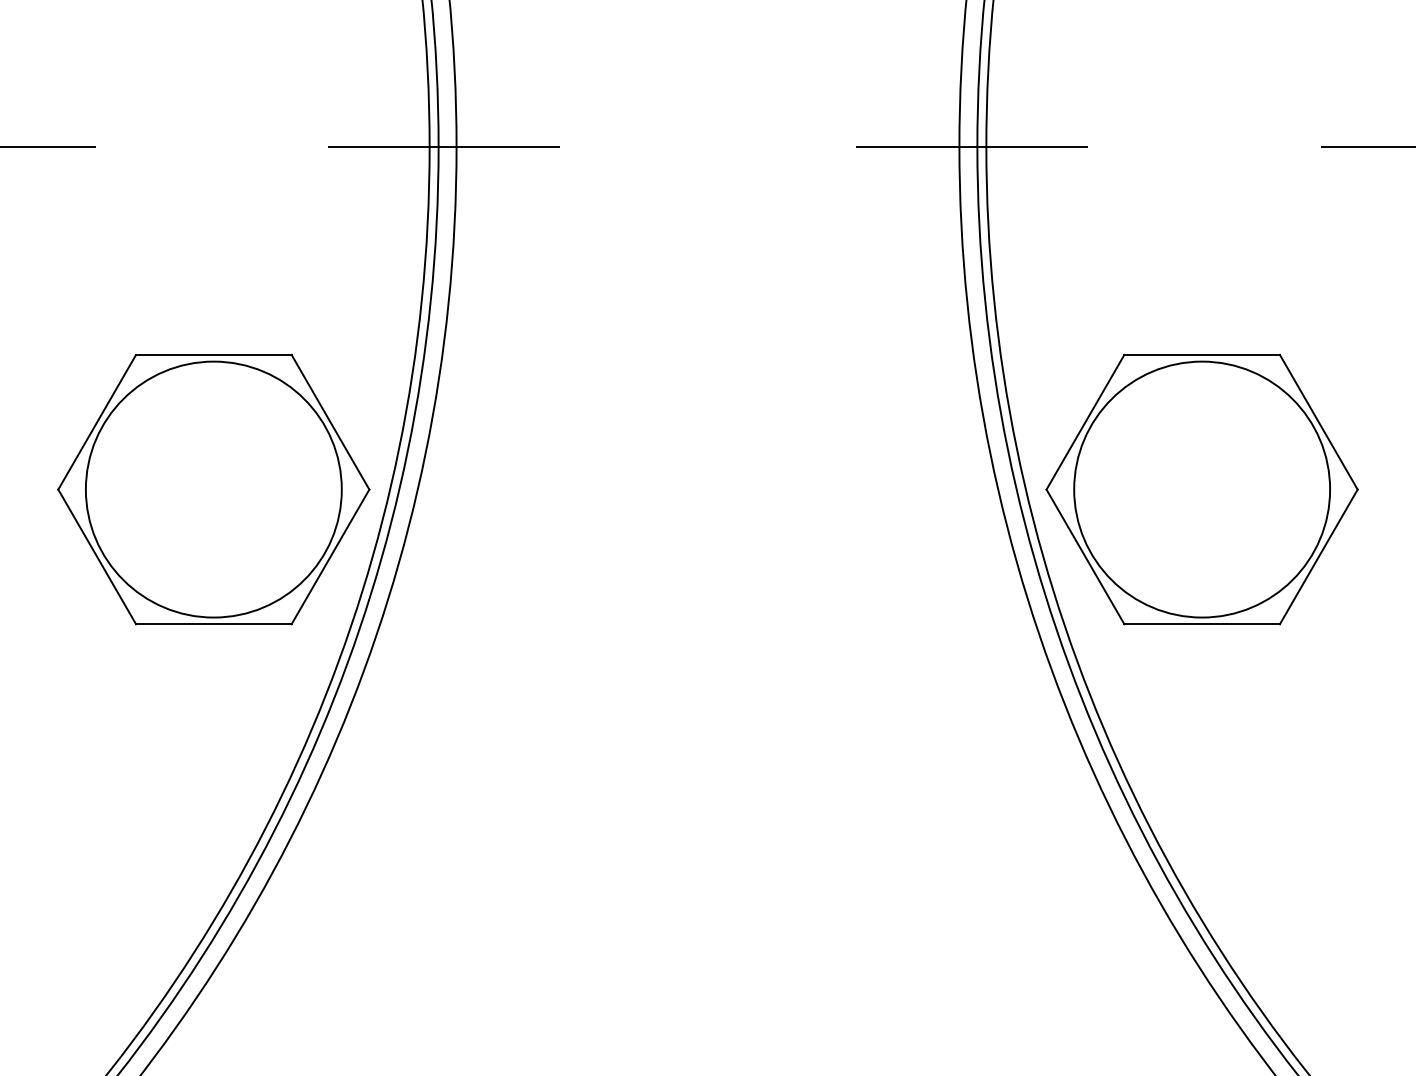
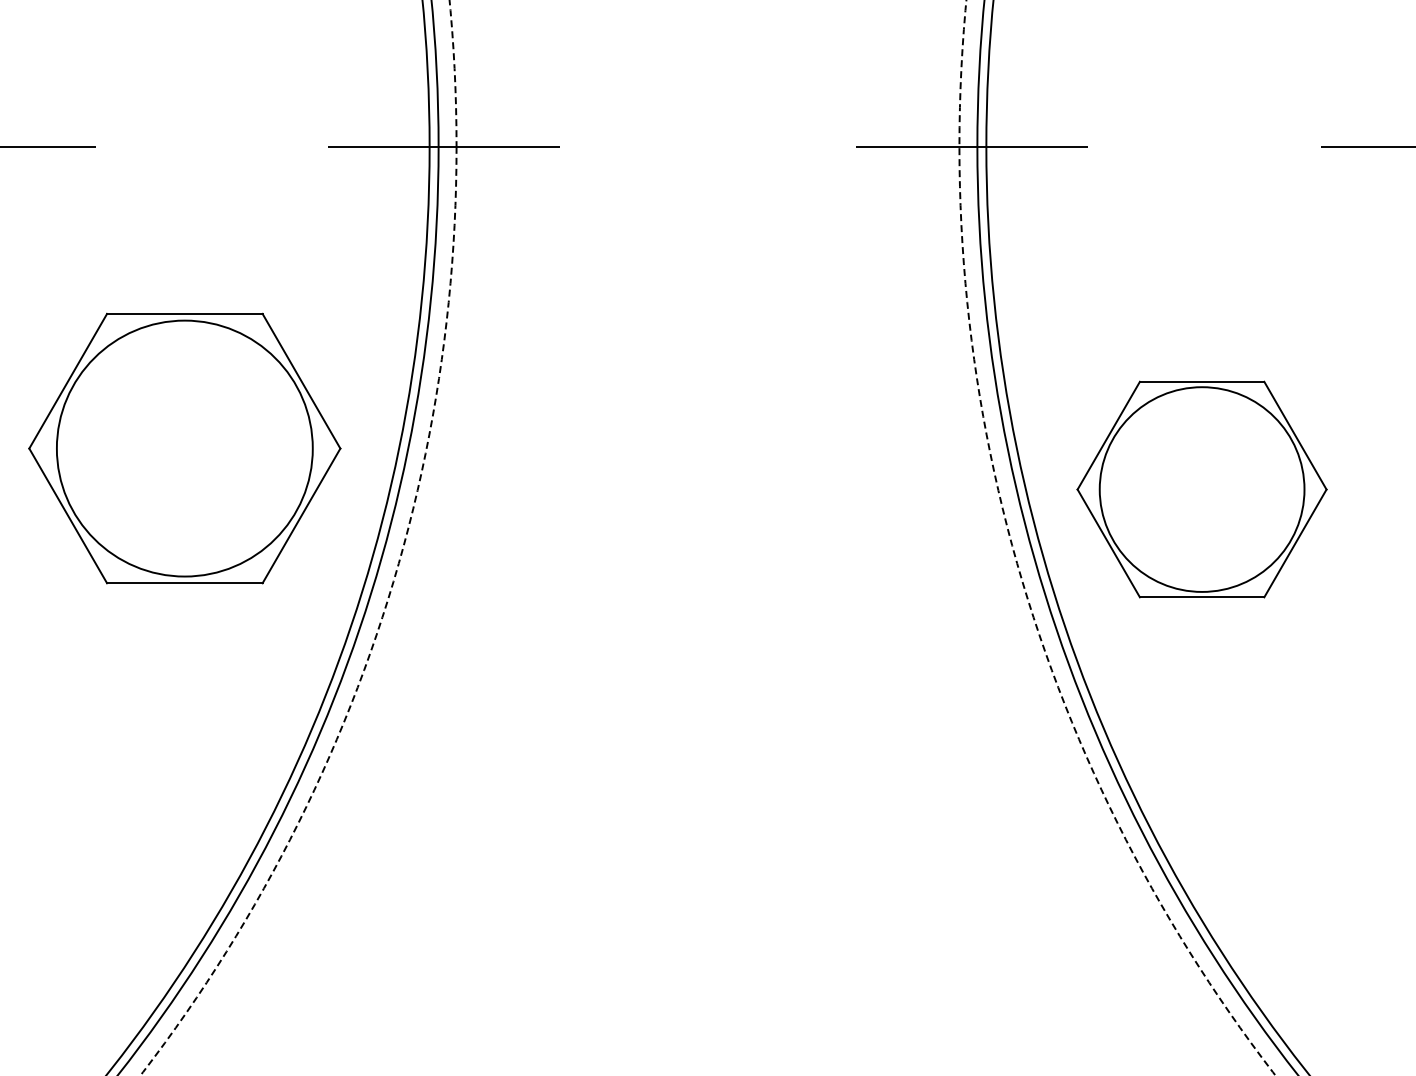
part at (213, 489) position: (213, 489) -> (184, 448)
part at (1201, 489) size: 314x273 px -> 252x219 px
circle at (298, 537): solid -> dashed
circle at (1117, 537): solid -> dashed
